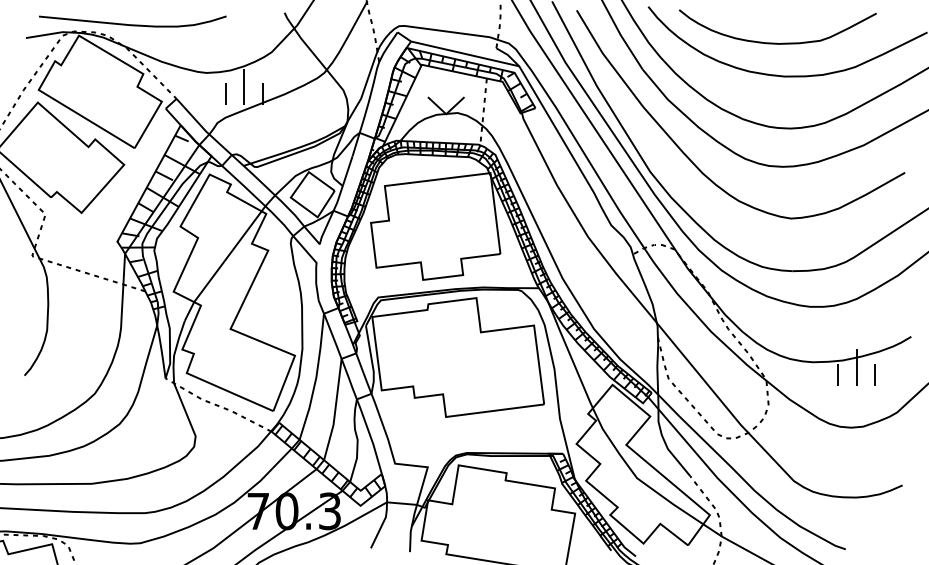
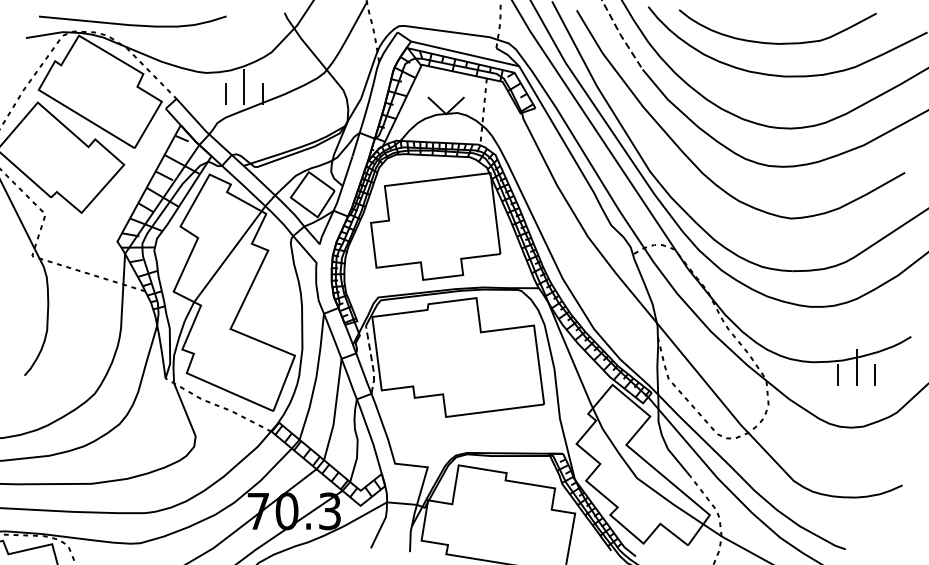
line at (620, 35): solid -> dashed
line at (371, 360): solid -> dashed
